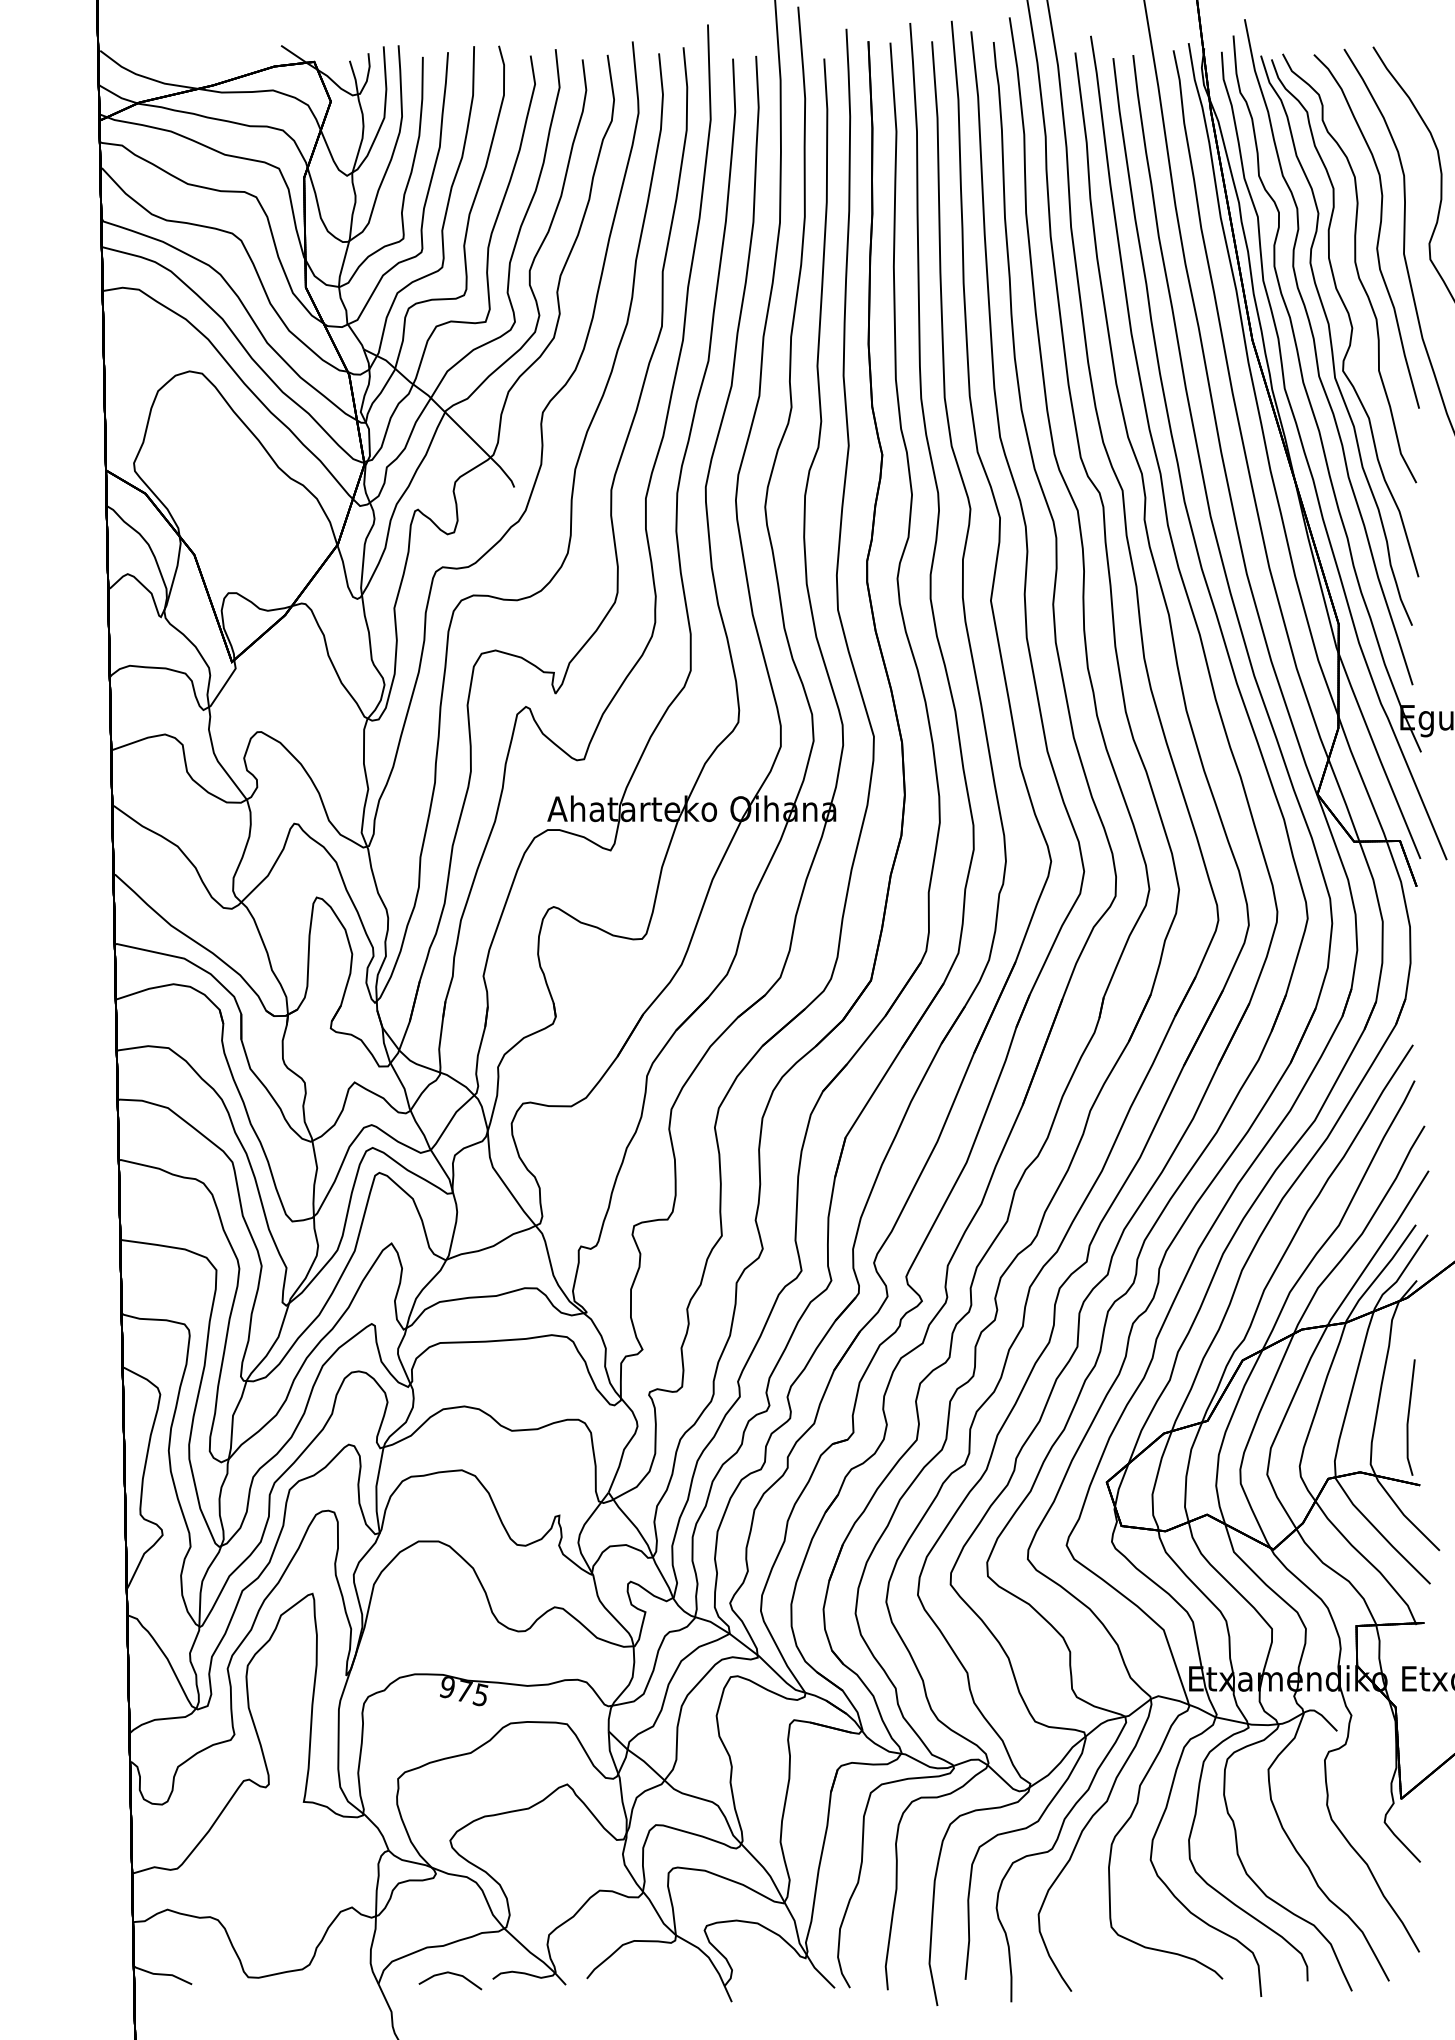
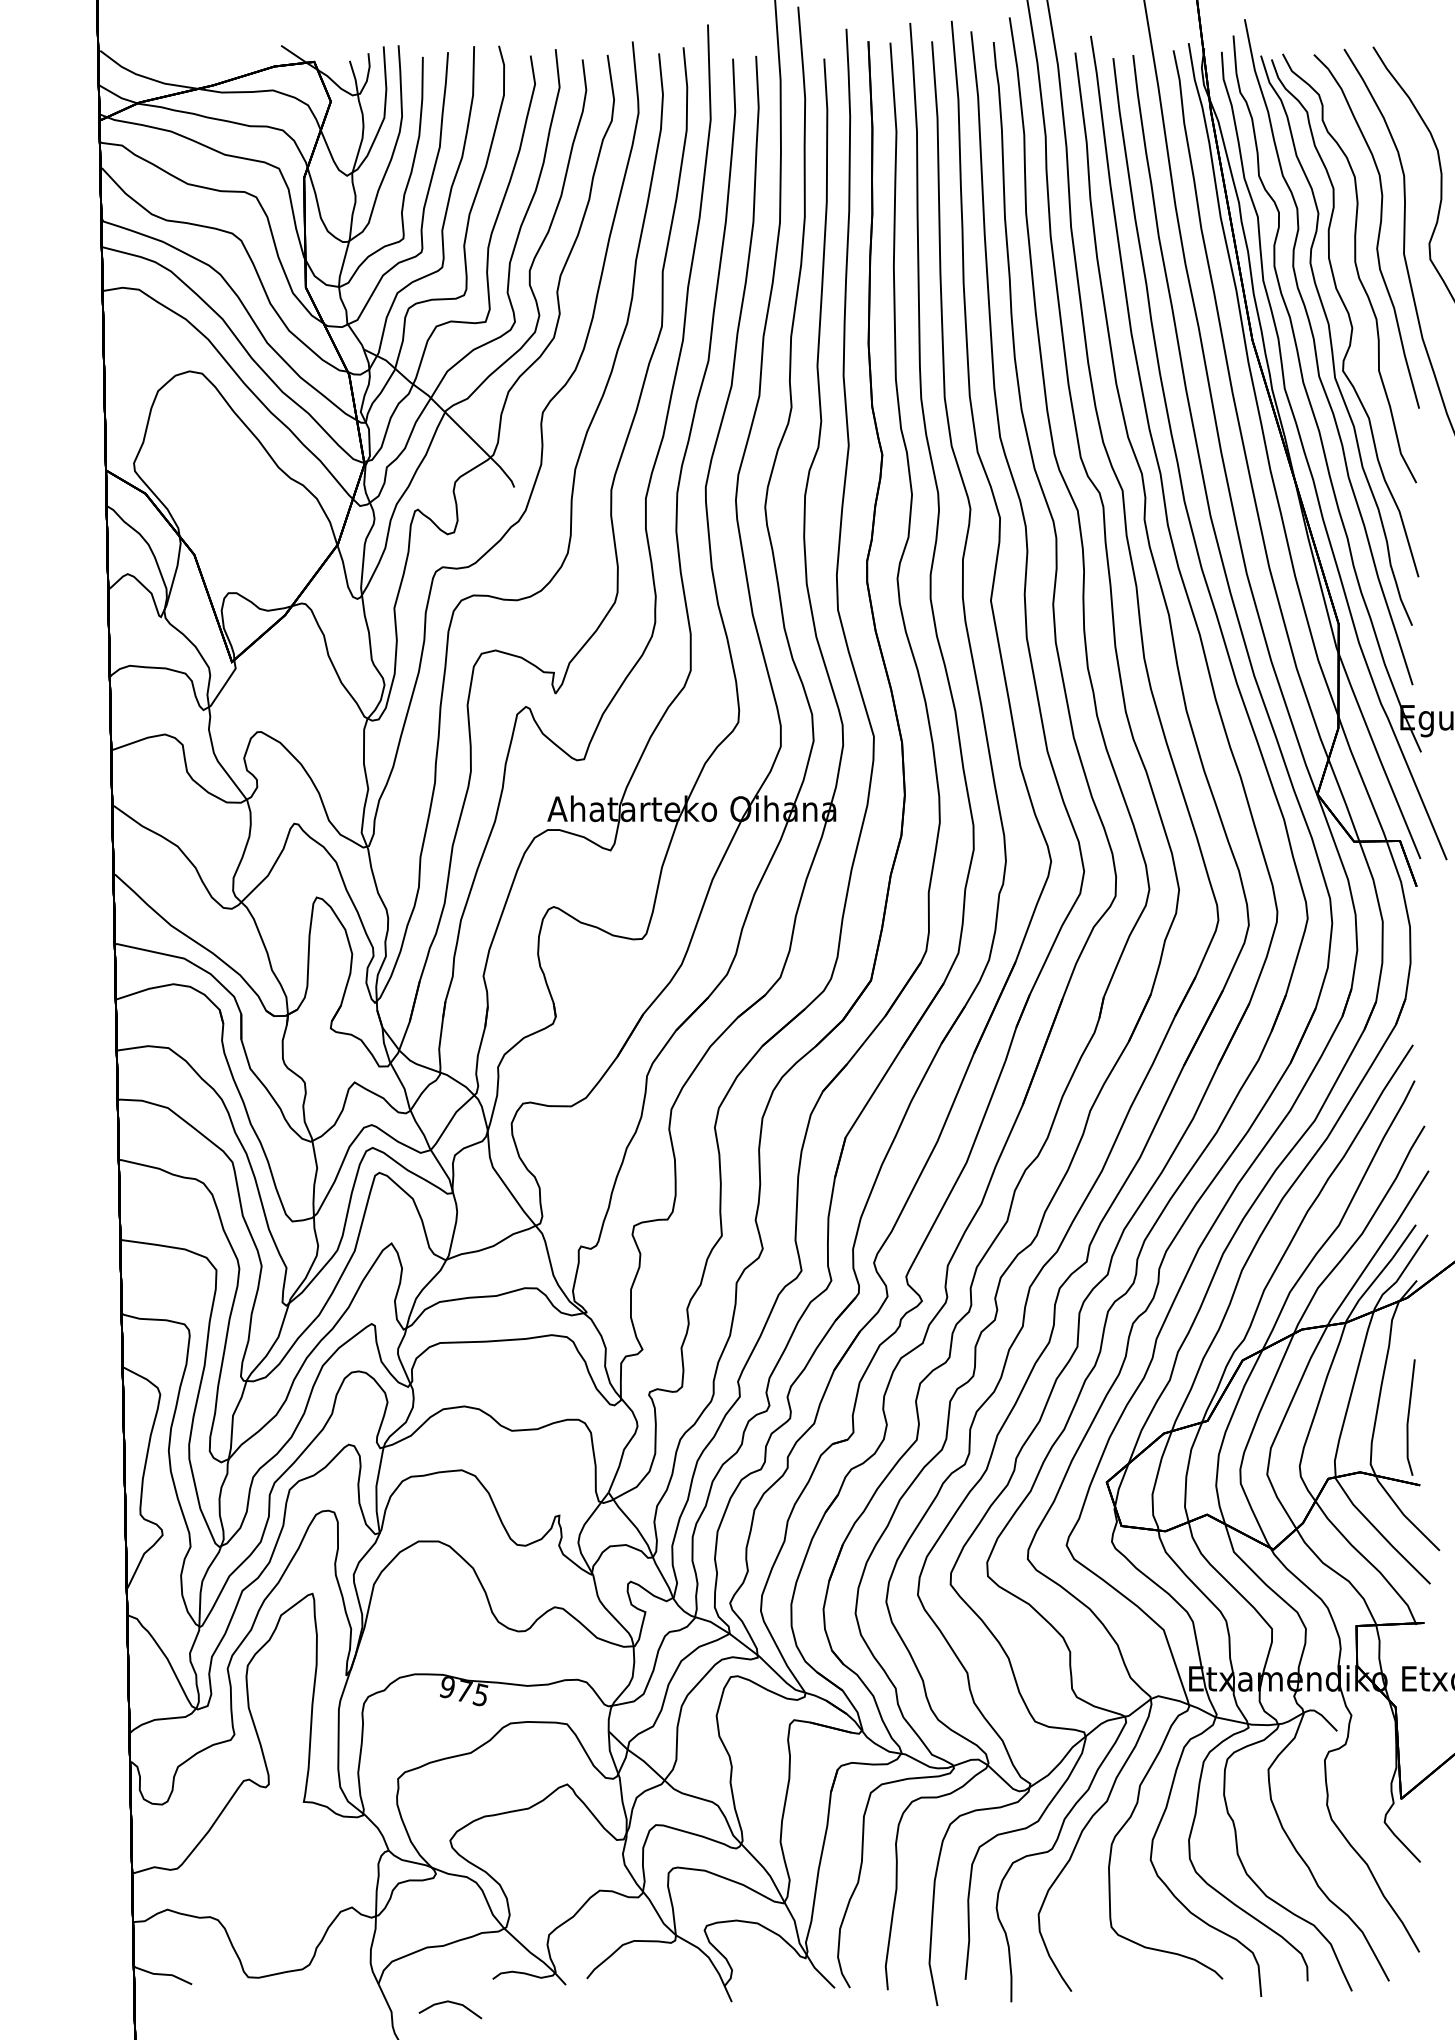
line at (451, 1974) position: (451, 1974) -> (451, 2003)
